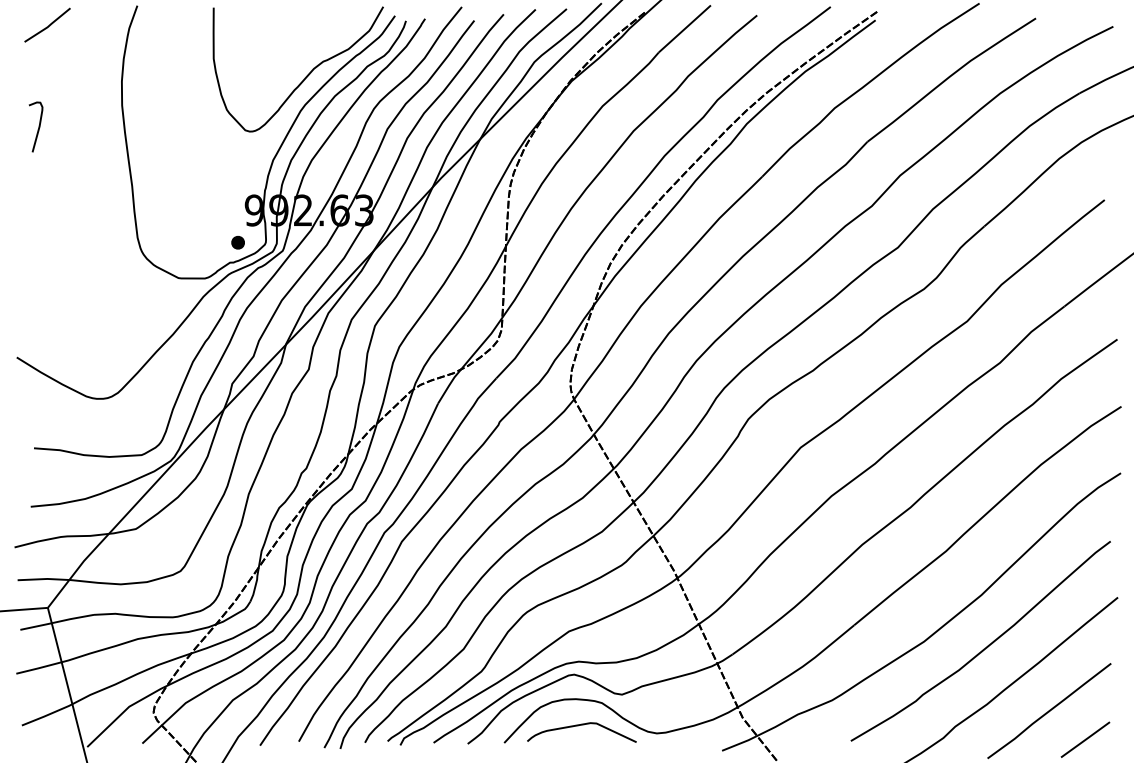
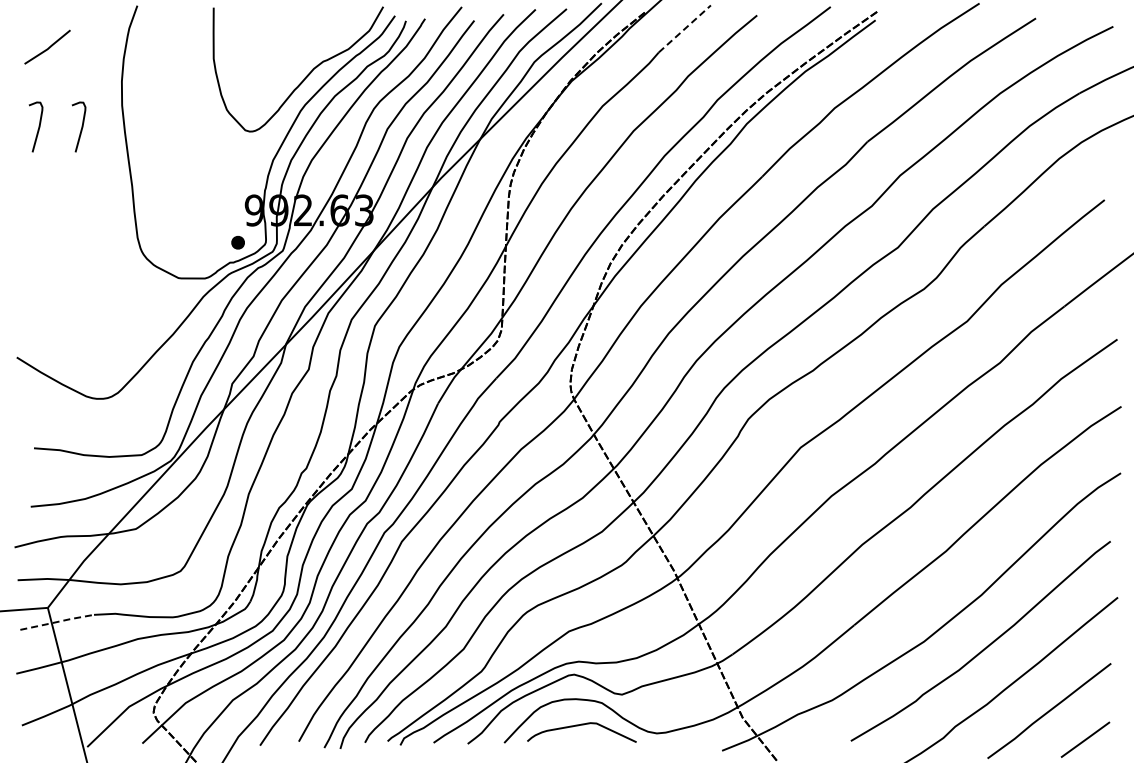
line at (48, 25) position: (48, 25) -> (48, 47)
line at (685, 28): solid -> dashed
curve at (81, 126): none -> present
line at (57, 622): solid -> dashed
